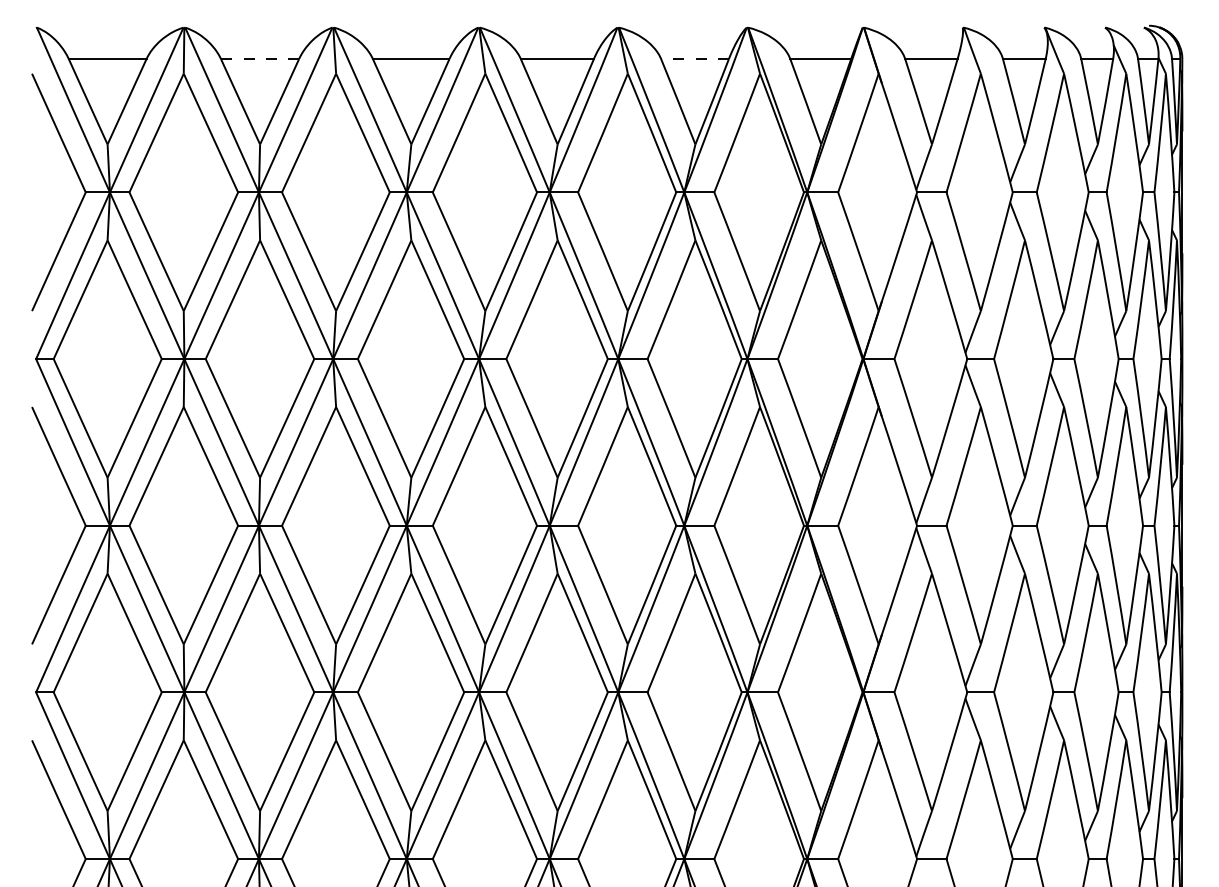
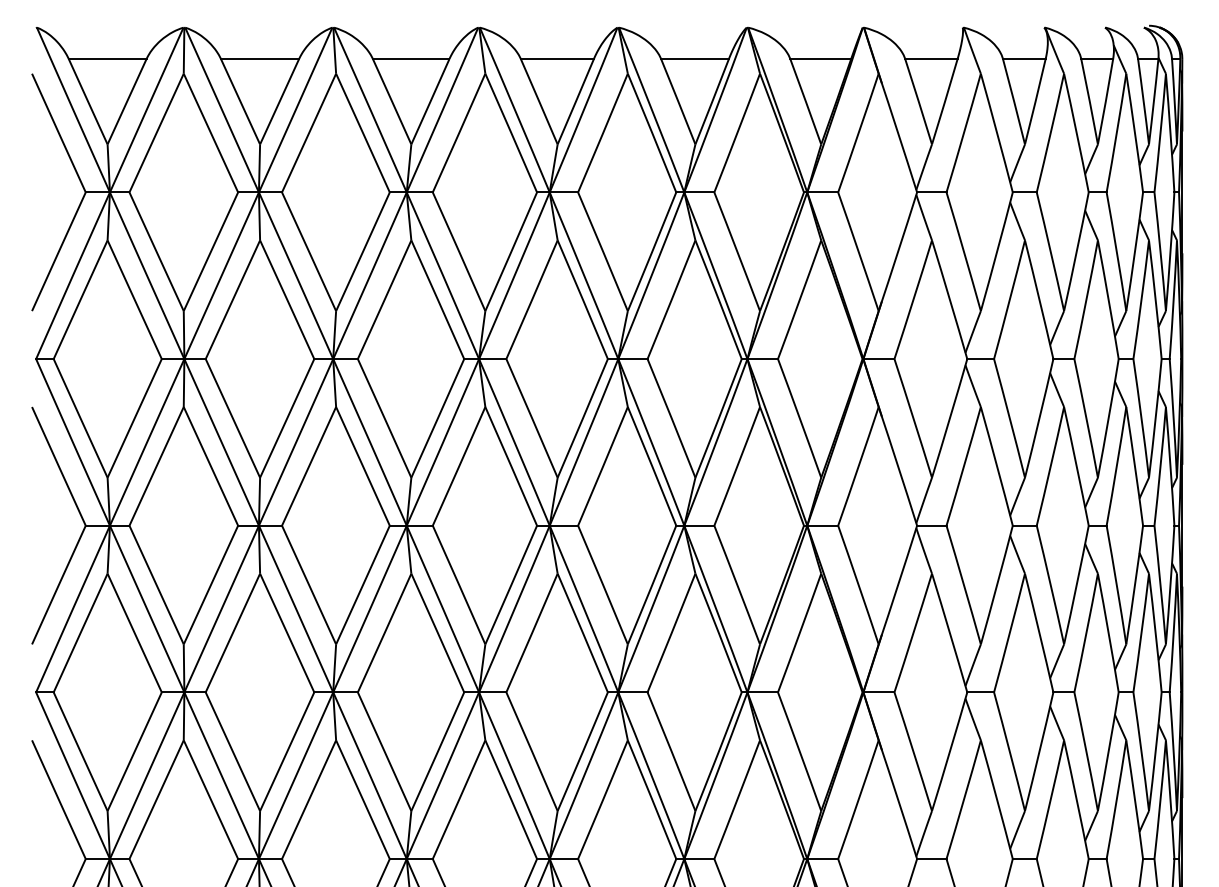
line at (259, 59): dashed -> solid
line at (695, 59): dashed -> solid
